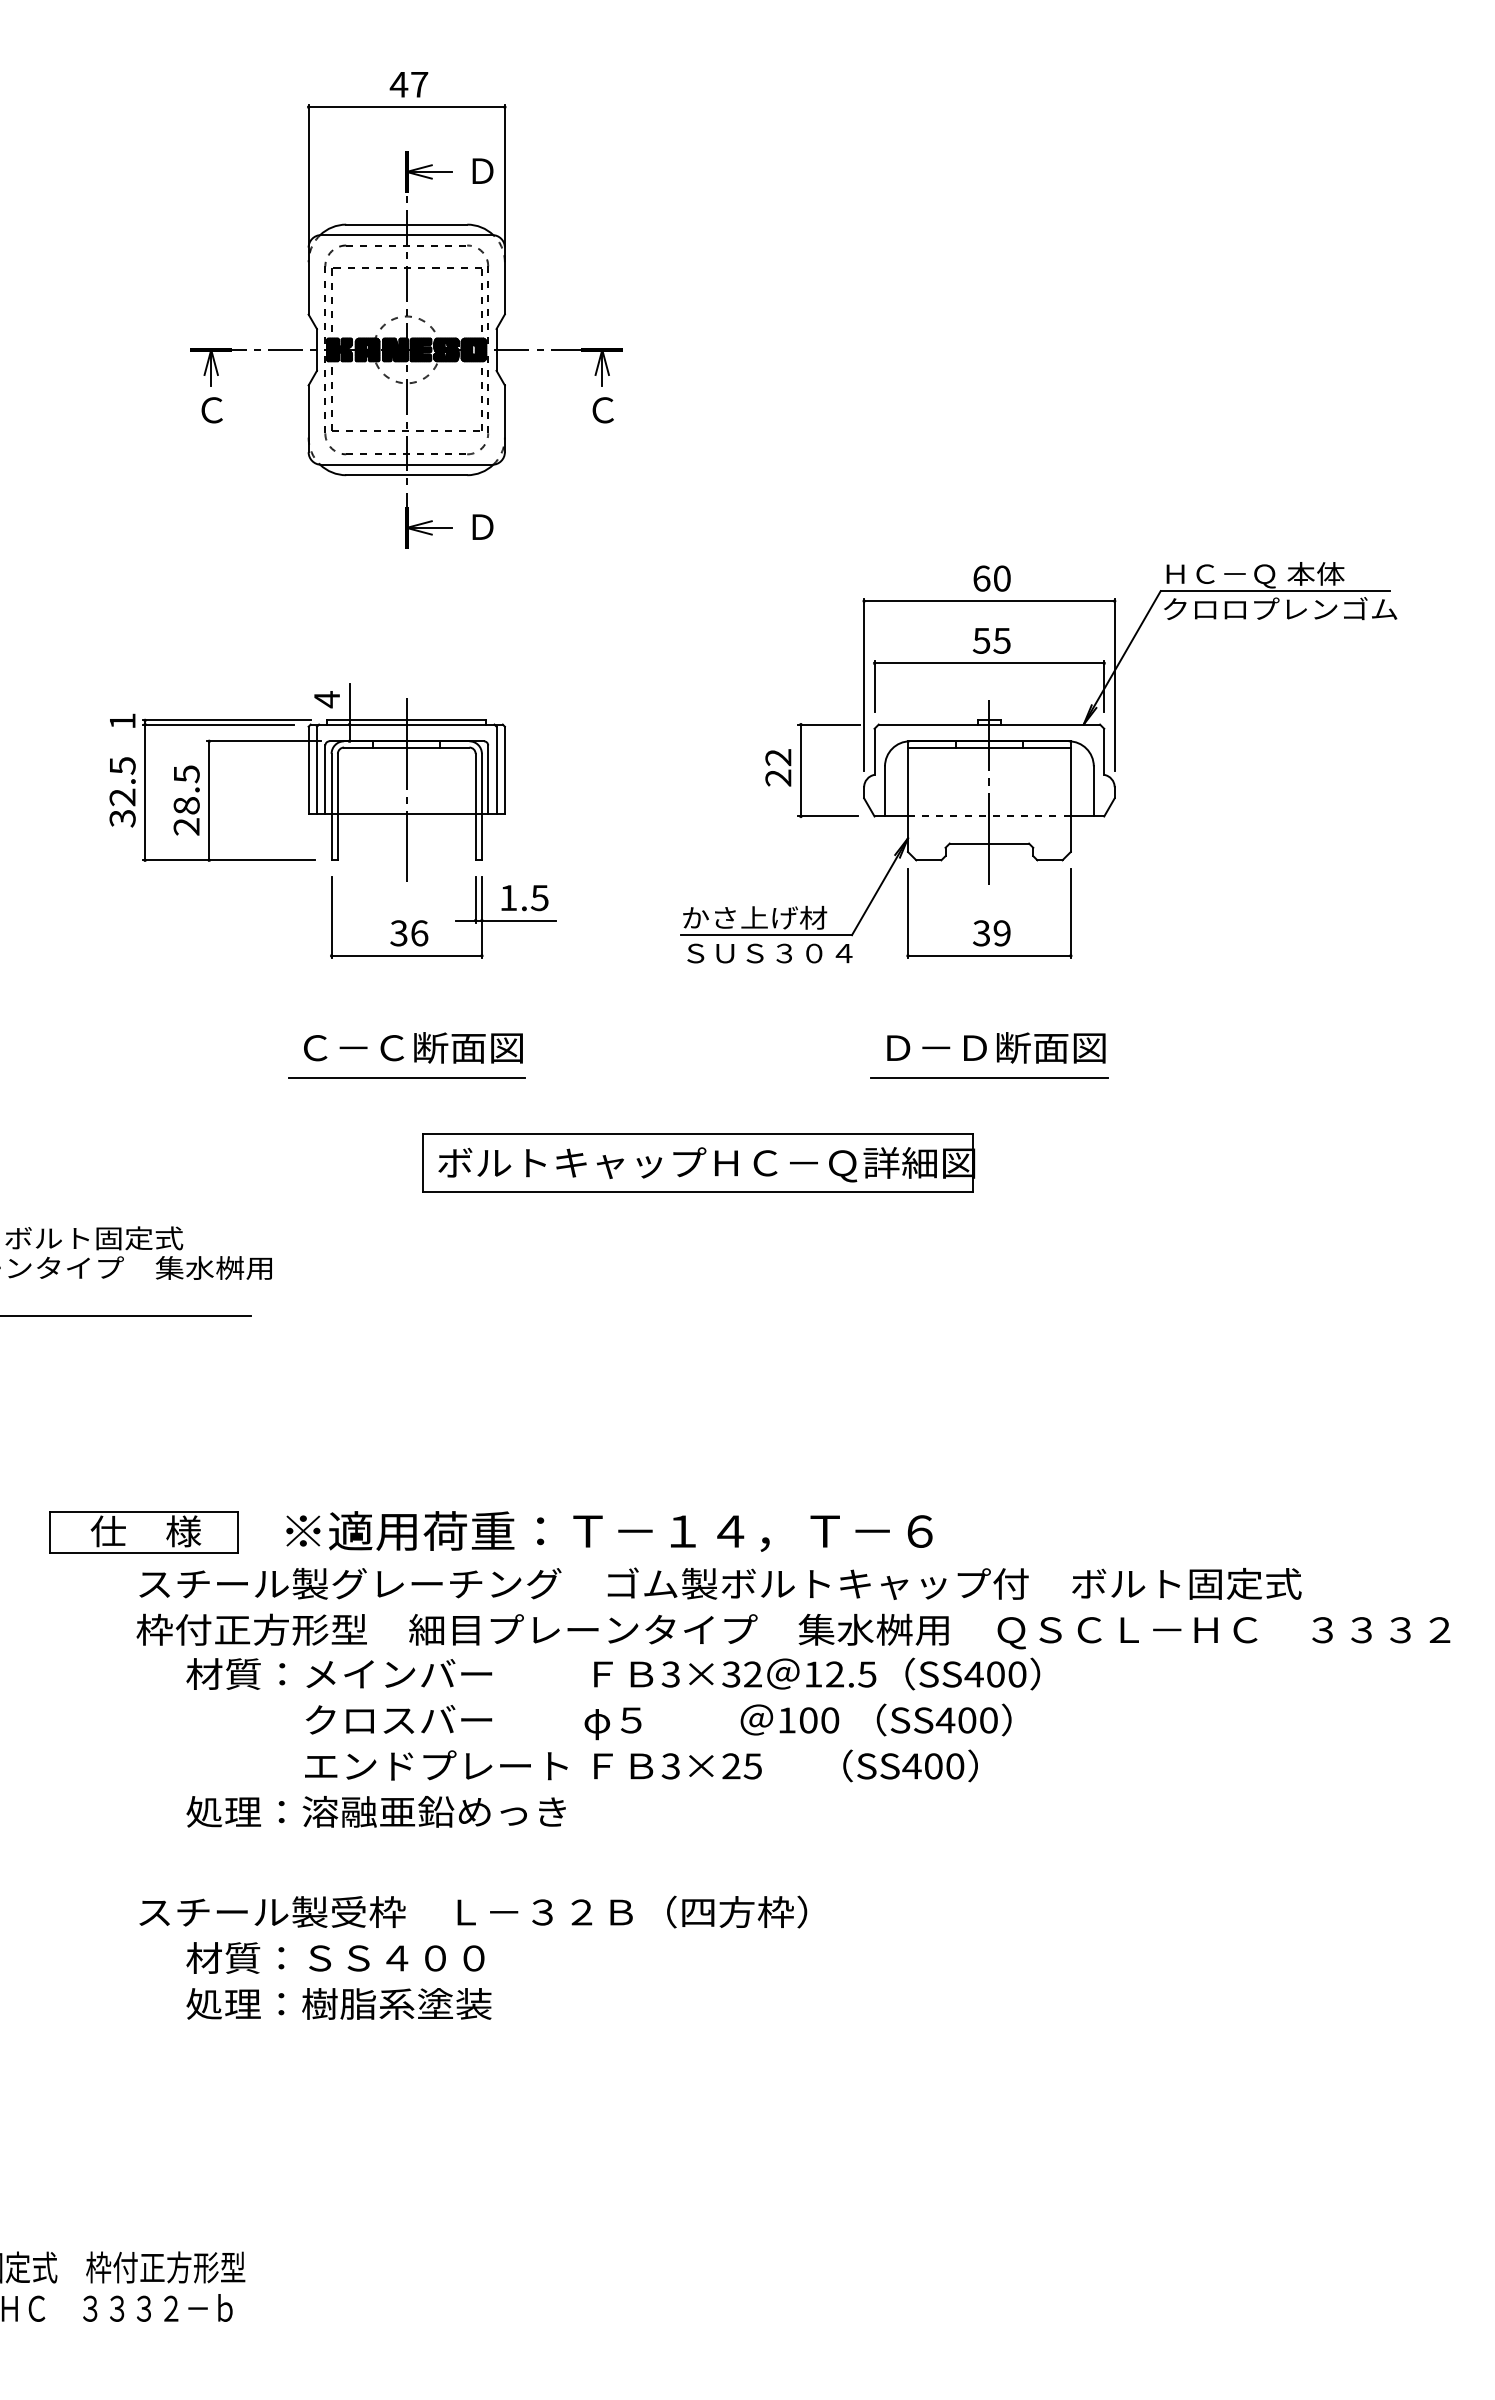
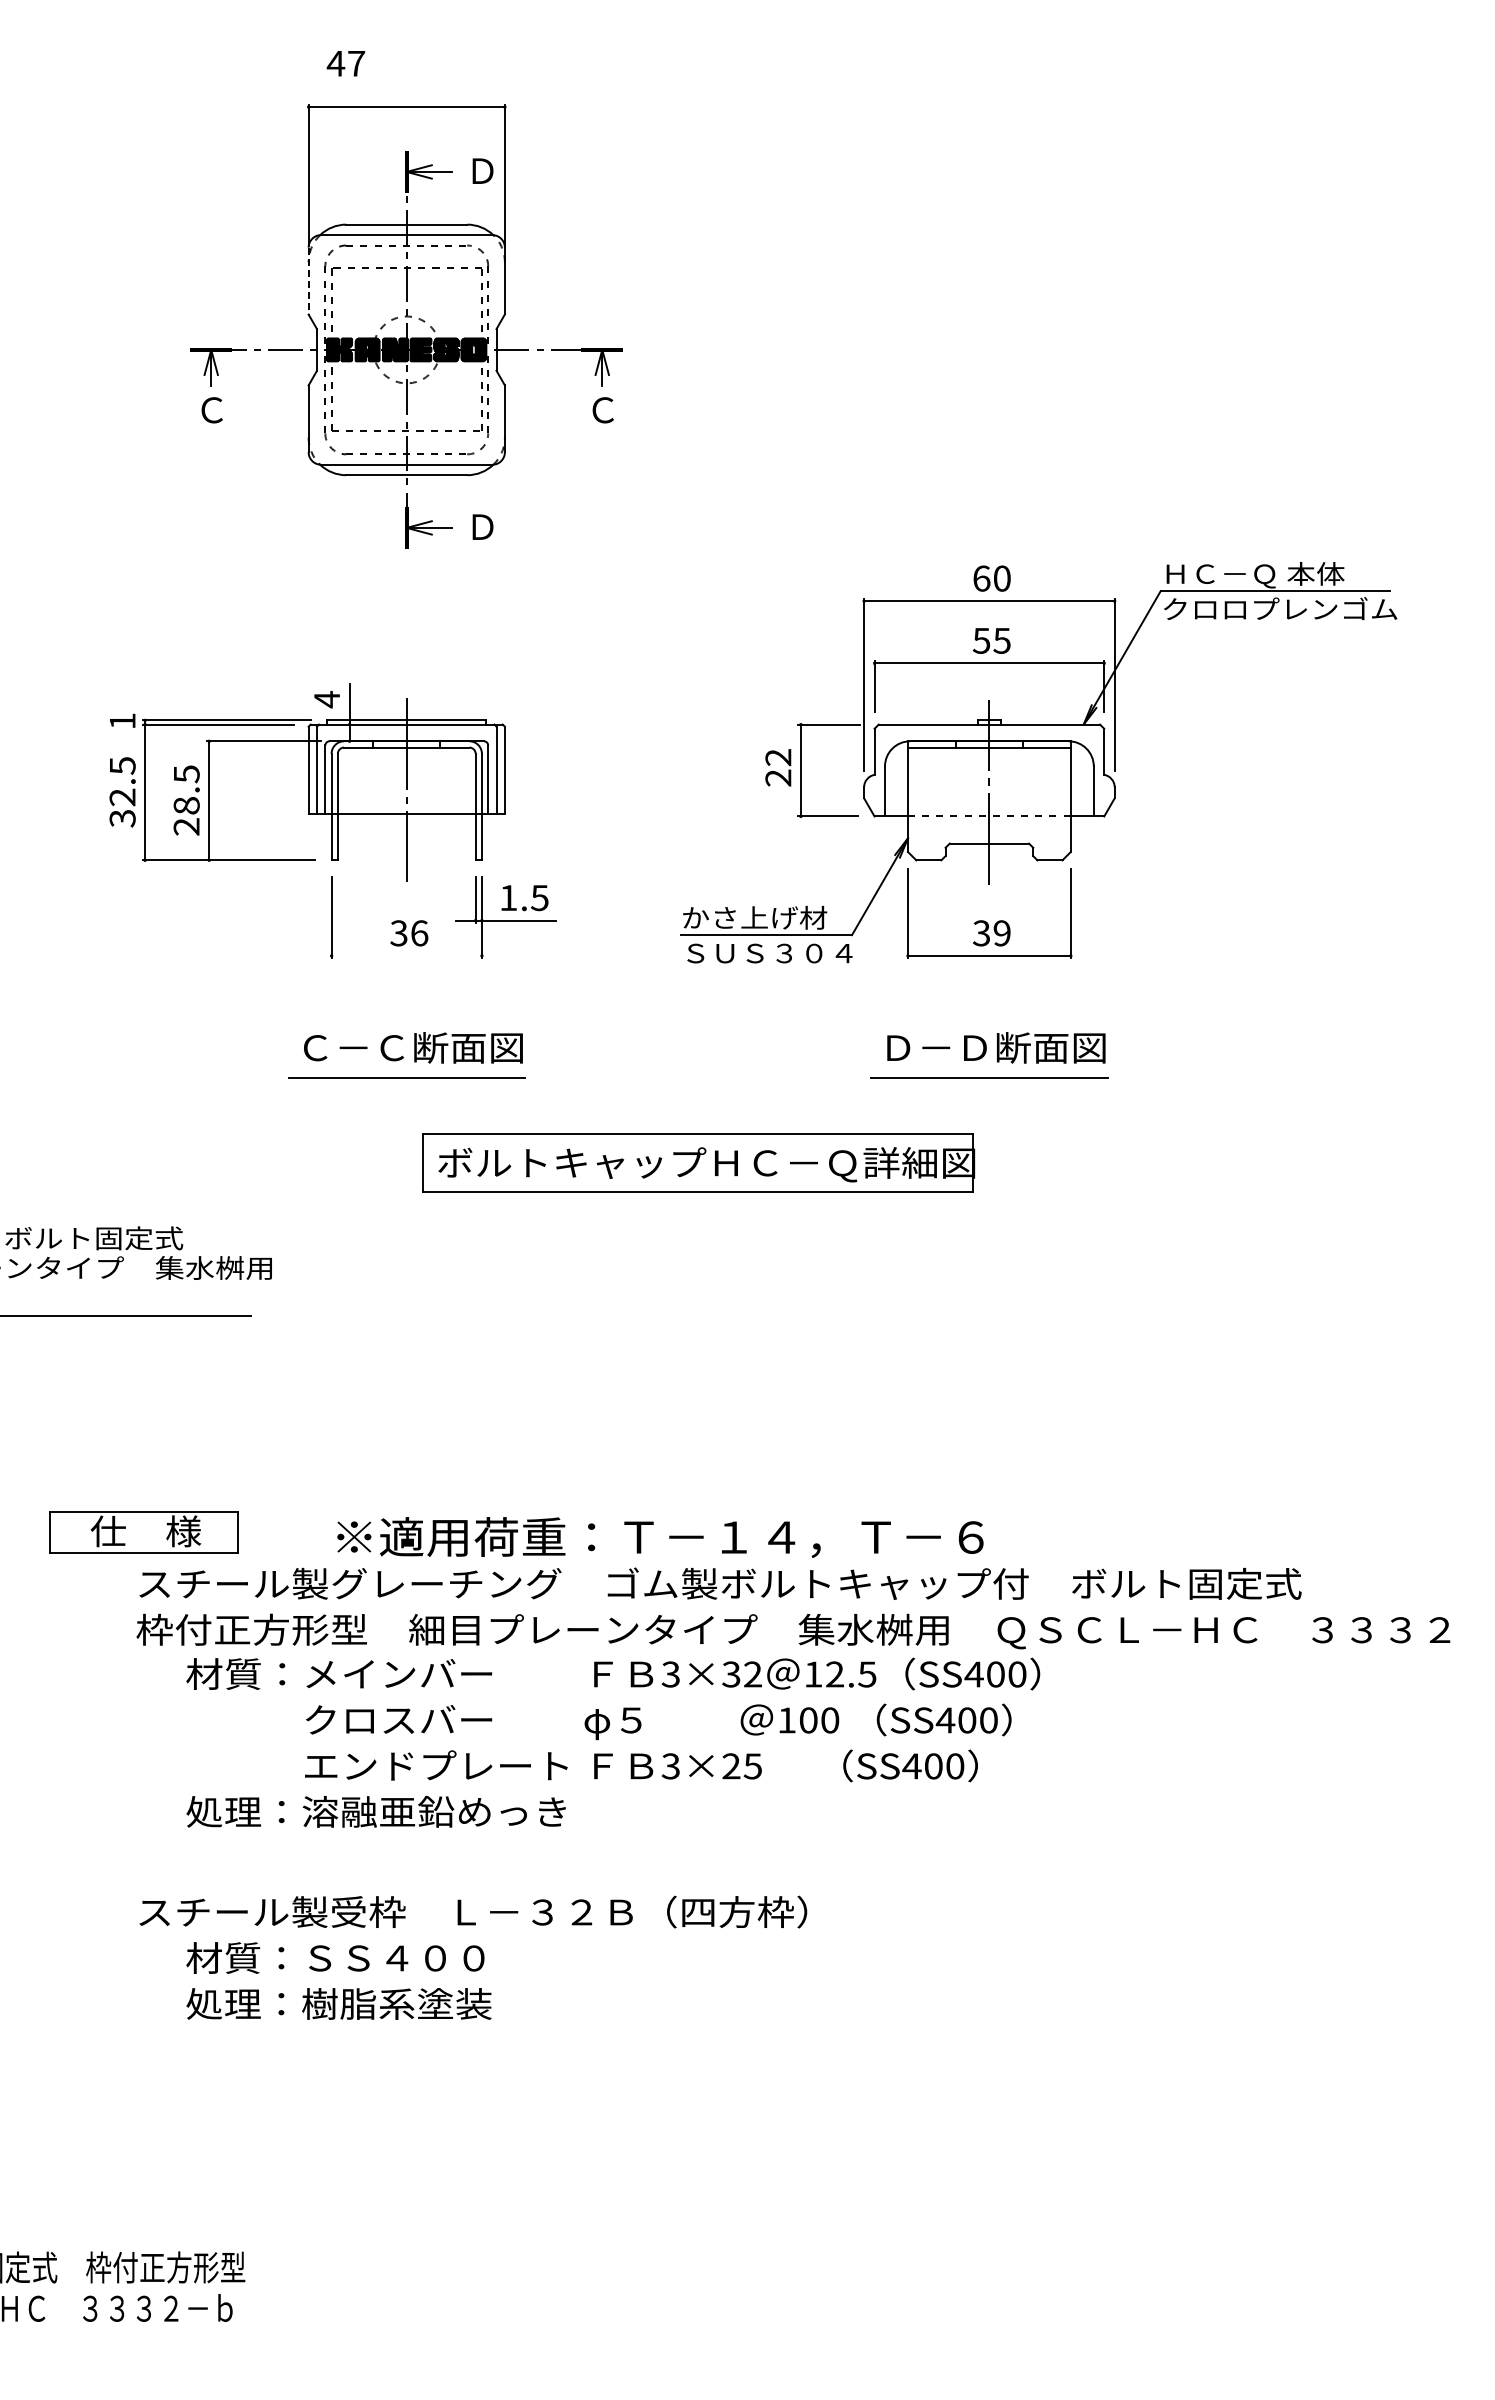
text at (408, 84) position: (408, 84) -> (345, 63)
line at (308, 281): solid -> dashed
line at (406, 955): present -> none
text at (609, 1531) position: (609, 1531) -> (660, 1537)
